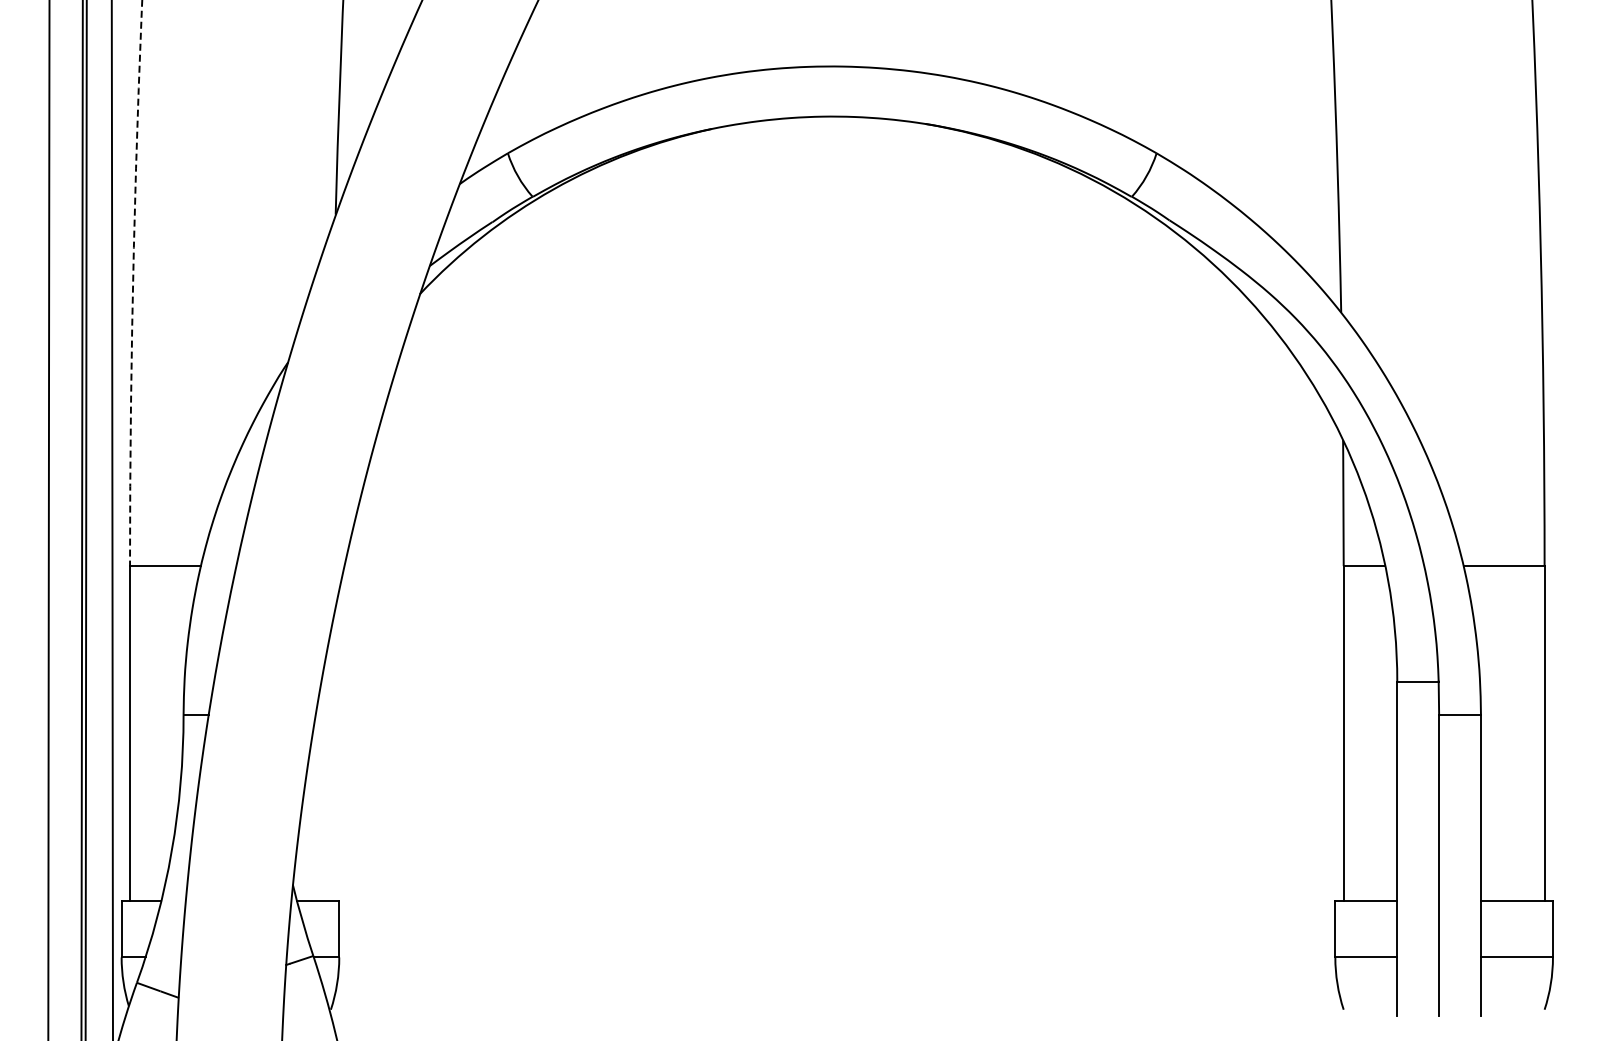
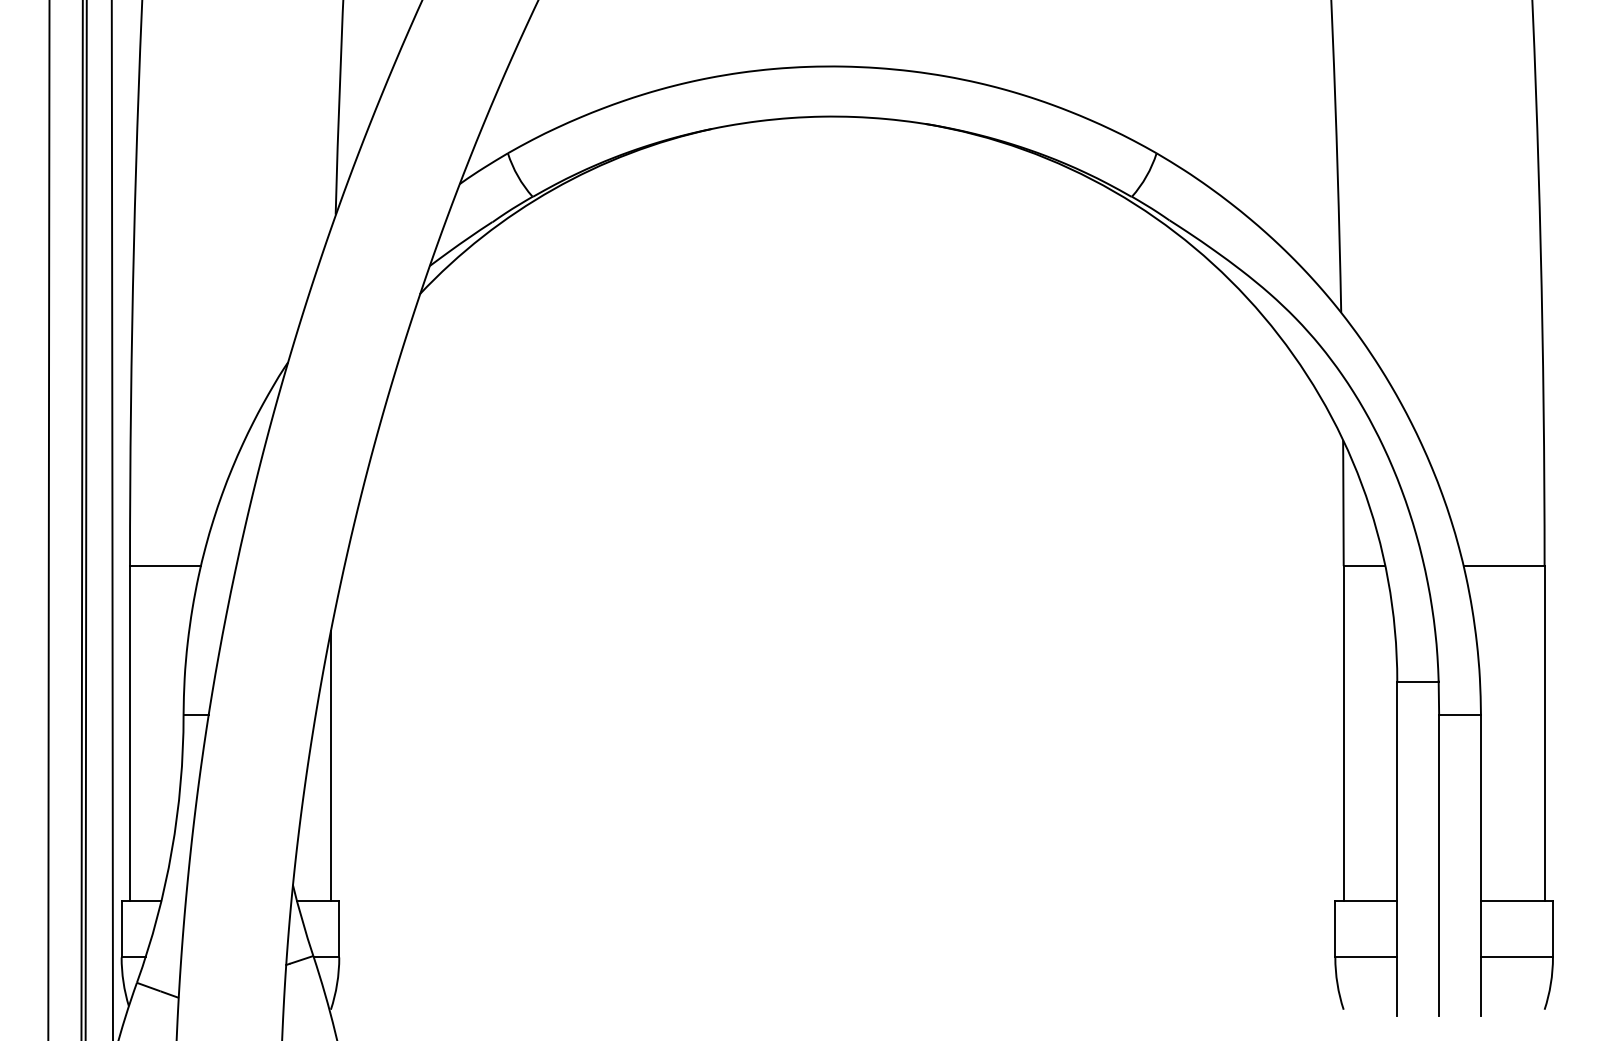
arc at (133, 282): dashed -> solid
line at (330, 765): none -> present
